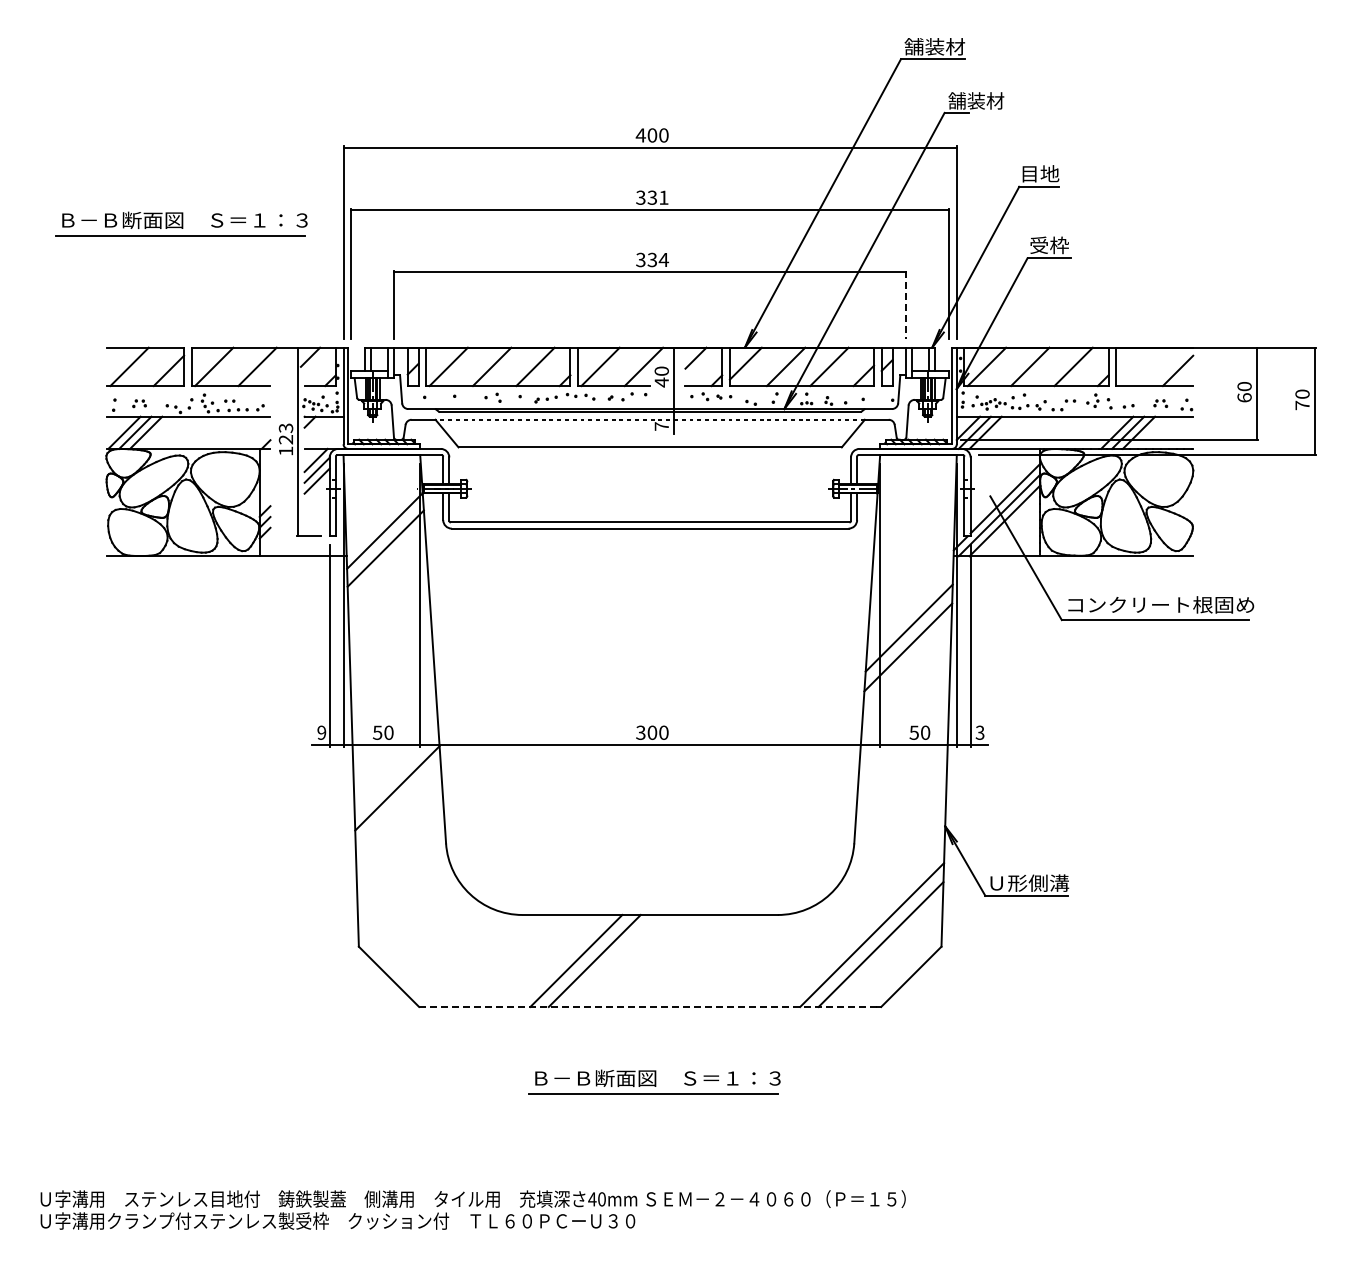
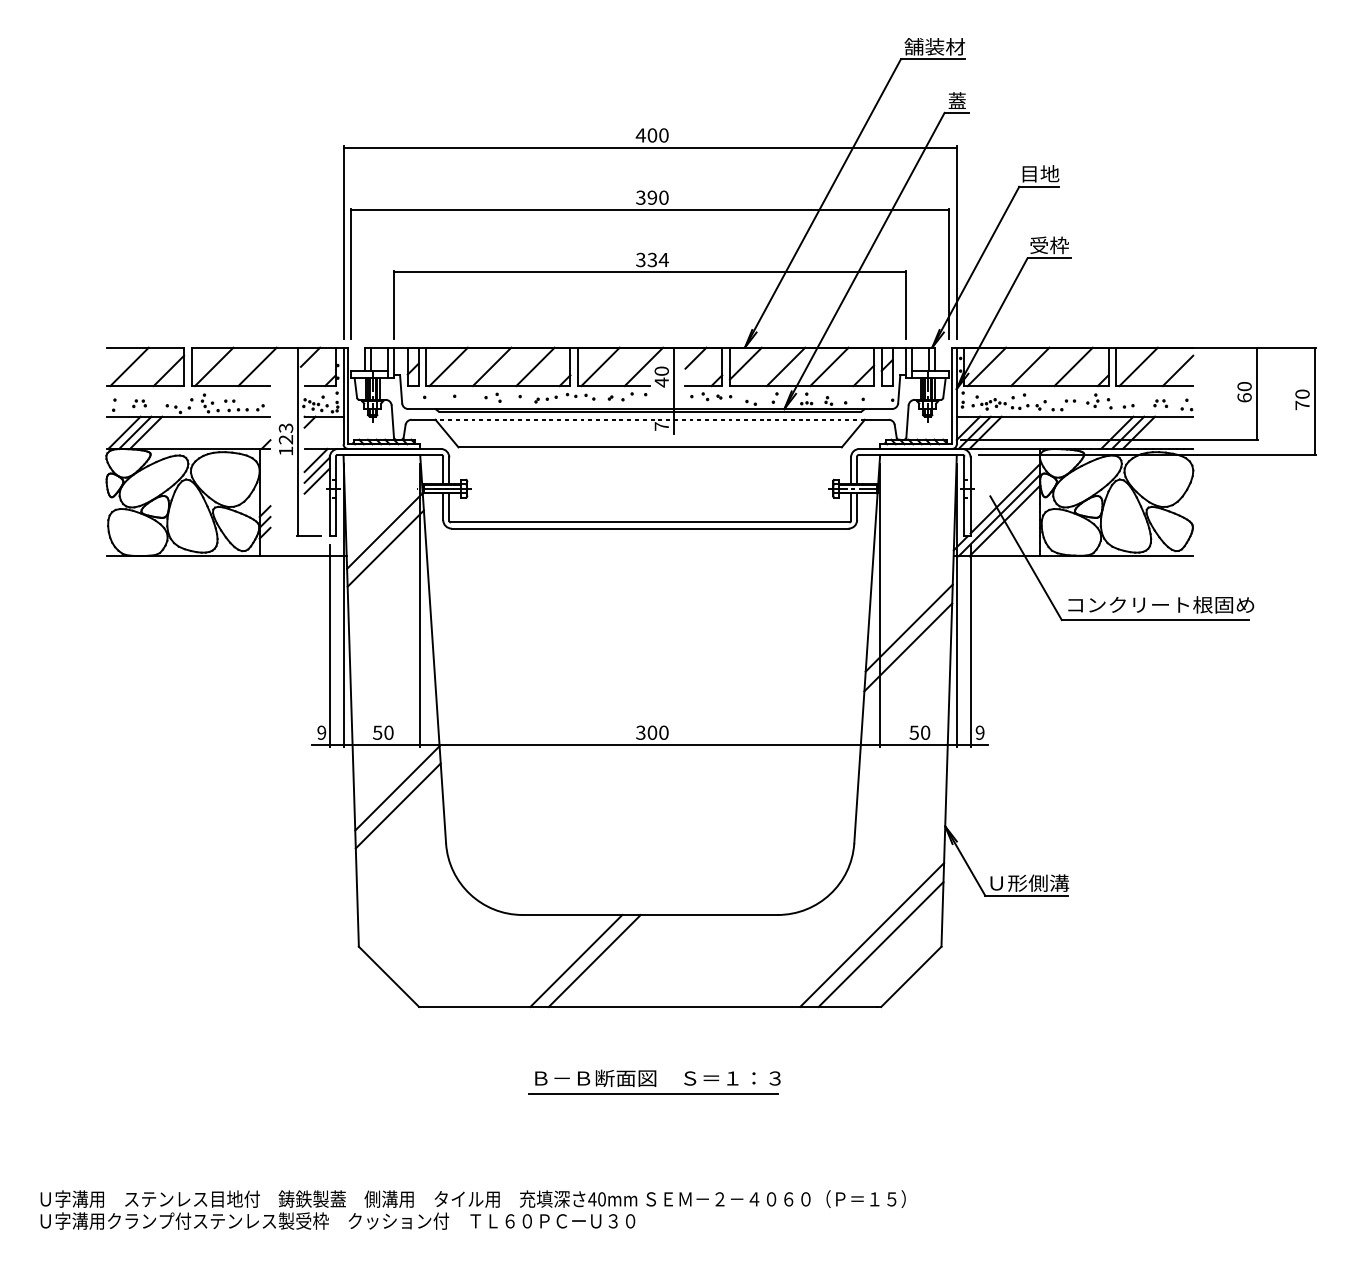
text at (976, 100): 舗装材 -> 蓋
text at (657, 197): 331 -> 390
part at (181, 223): present -> none
line at (906, 304): dashed -> solid
line at (1138, 366): none -> present
text at (979, 732): 3 -> 9
line at (397, 805): none -> present
line at (648, 1006): dashed -> solid
